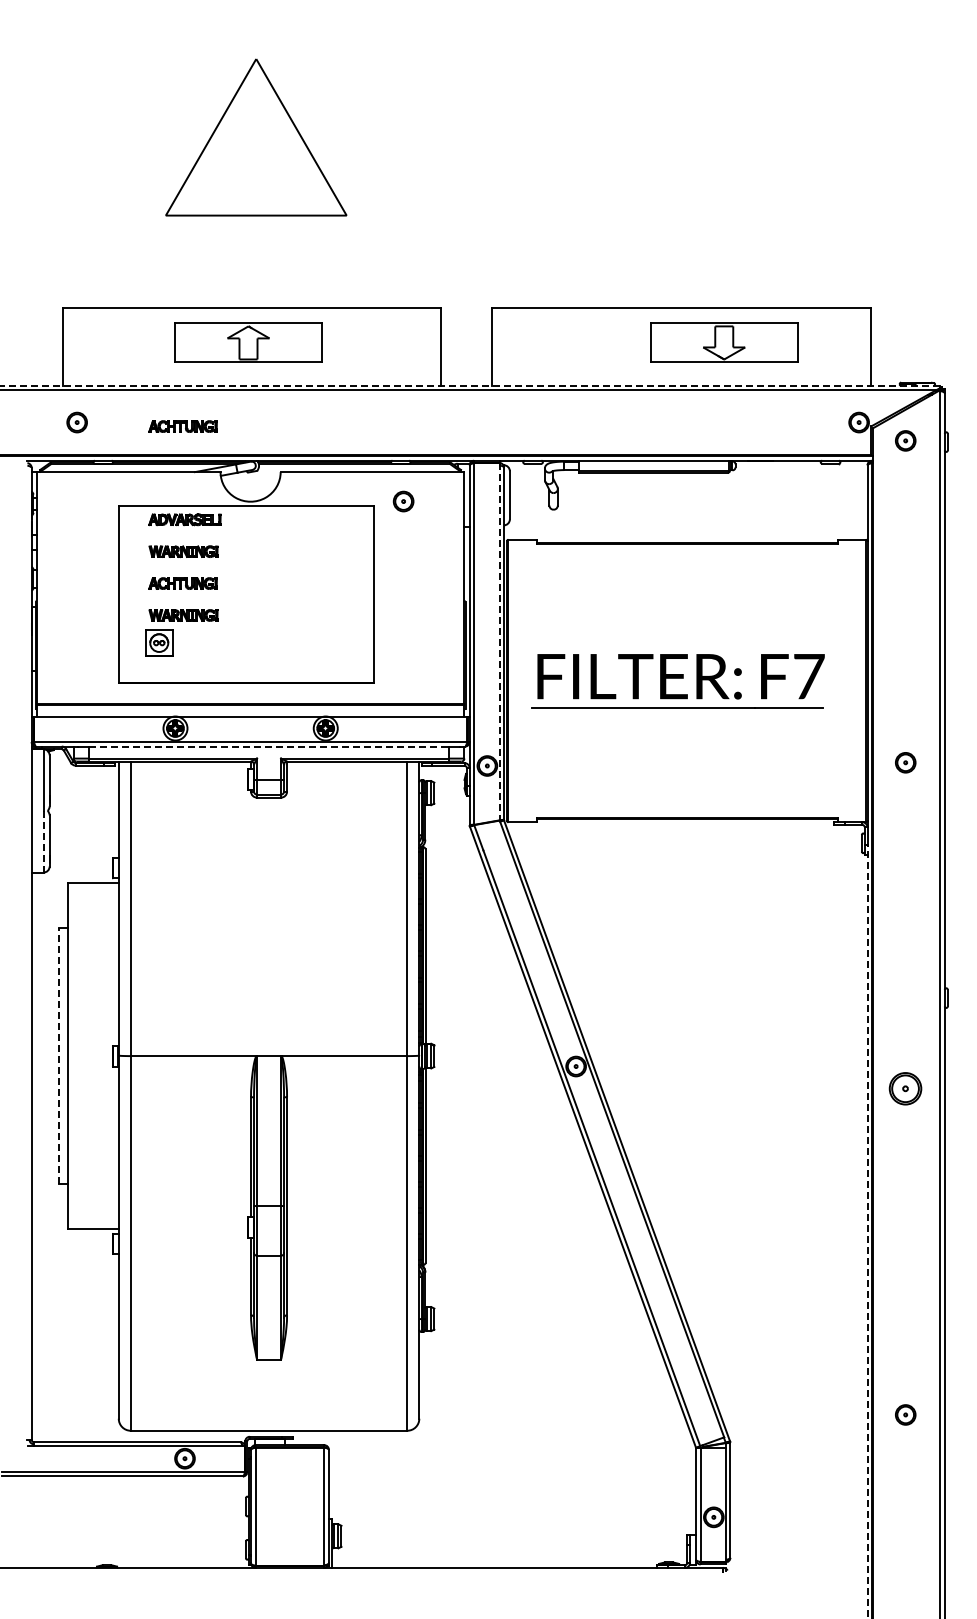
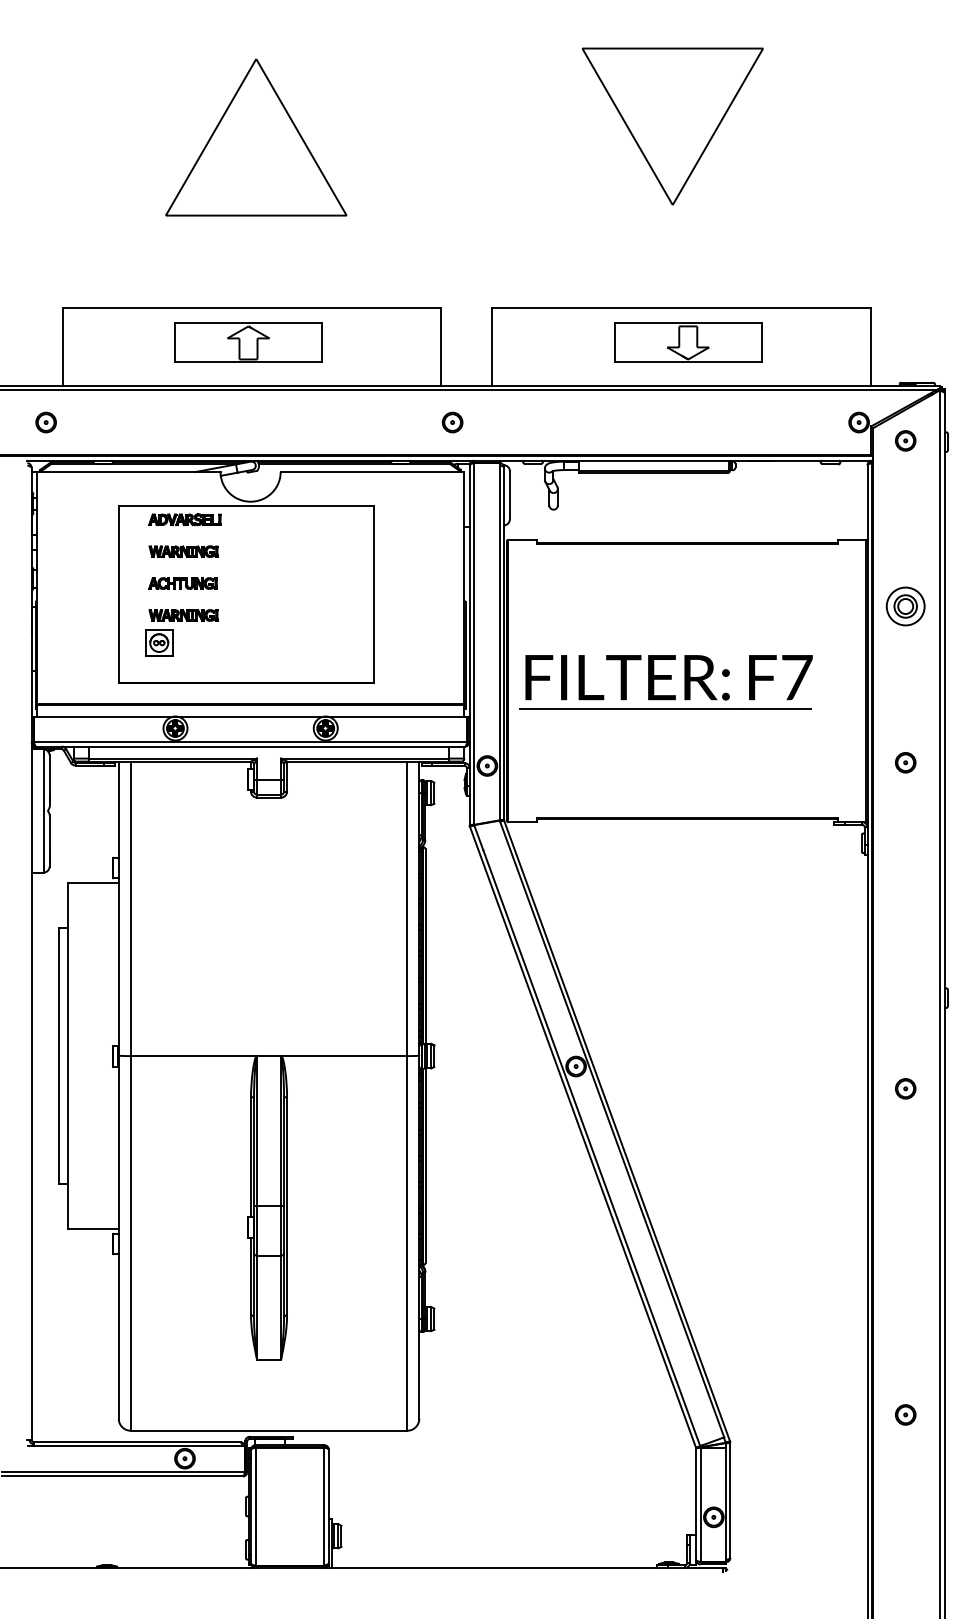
part at (672, 126): none -> present
part at (724, 342) position: (724, 342) -> (688, 342)
line at (470, 385): dashed -> solid
part at (76, 422) position: (76, 422) -> (45, 422)
part at (182, 426): present -> none
part at (403, 501) position: (403, 501) -> (452, 422)
part at (905, 606): none -> present
line at (499, 641): dashed -> solid
part at (677, 681) position: (677, 681) -> (665, 682)
line at (269, 746): dashed -> solid
line at (43, 841): dashed -> solid
line at (58, 1056): dashed -> solid
part at (905, 1088) size: 35x34 px -> 22x22 px
line at (867, 1231): dashed -> solid
